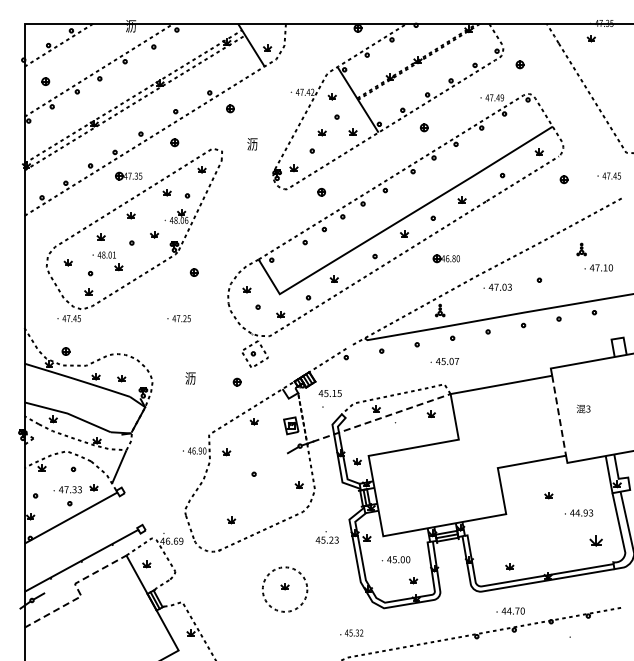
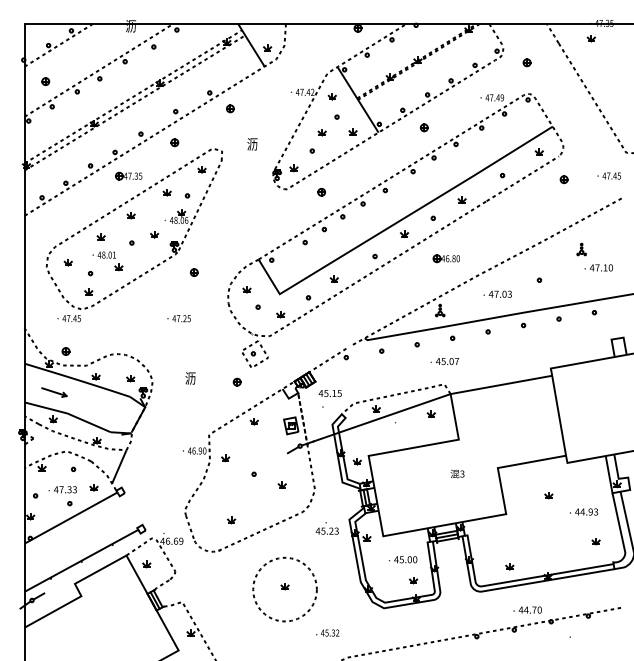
part at (519, 64) position: (519, 64) -> (526, 62)
text at (497, 286) position: (497, 286) -> (497, 293)
part at (121, 378) position: (121, 378) -> (130, 378)
part at (54, 392): none -> present
text at (583, 408) position: (583, 408) -> (457, 473)
line at (559, 415): dashed -> solid
line at (381, 417): dashed -> solid
part at (226, 452) position: (226, 452) -> (225, 458)
part at (298, 484) position: (298, 484) -> (281, 484)
text at (67, 489) position: (67, 489) -> (62, 489)
text at (579, 512) position: (579, 512) -> (584, 511)
text at (326, 537) position: (326, 537) -> (326, 528)
part at (595, 540) size: 14x12 px -> 10x8 px
text at (395, 559) position: (395, 559) -> (402, 559)
circle at (284, 589) diameter: 45 px -> 64 px
line at (79, 592): dashed -> solid
text at (510, 610) position: (510, 610) -> (527, 609)
text at (351, 632) position: (351, 632) -> (327, 632)
